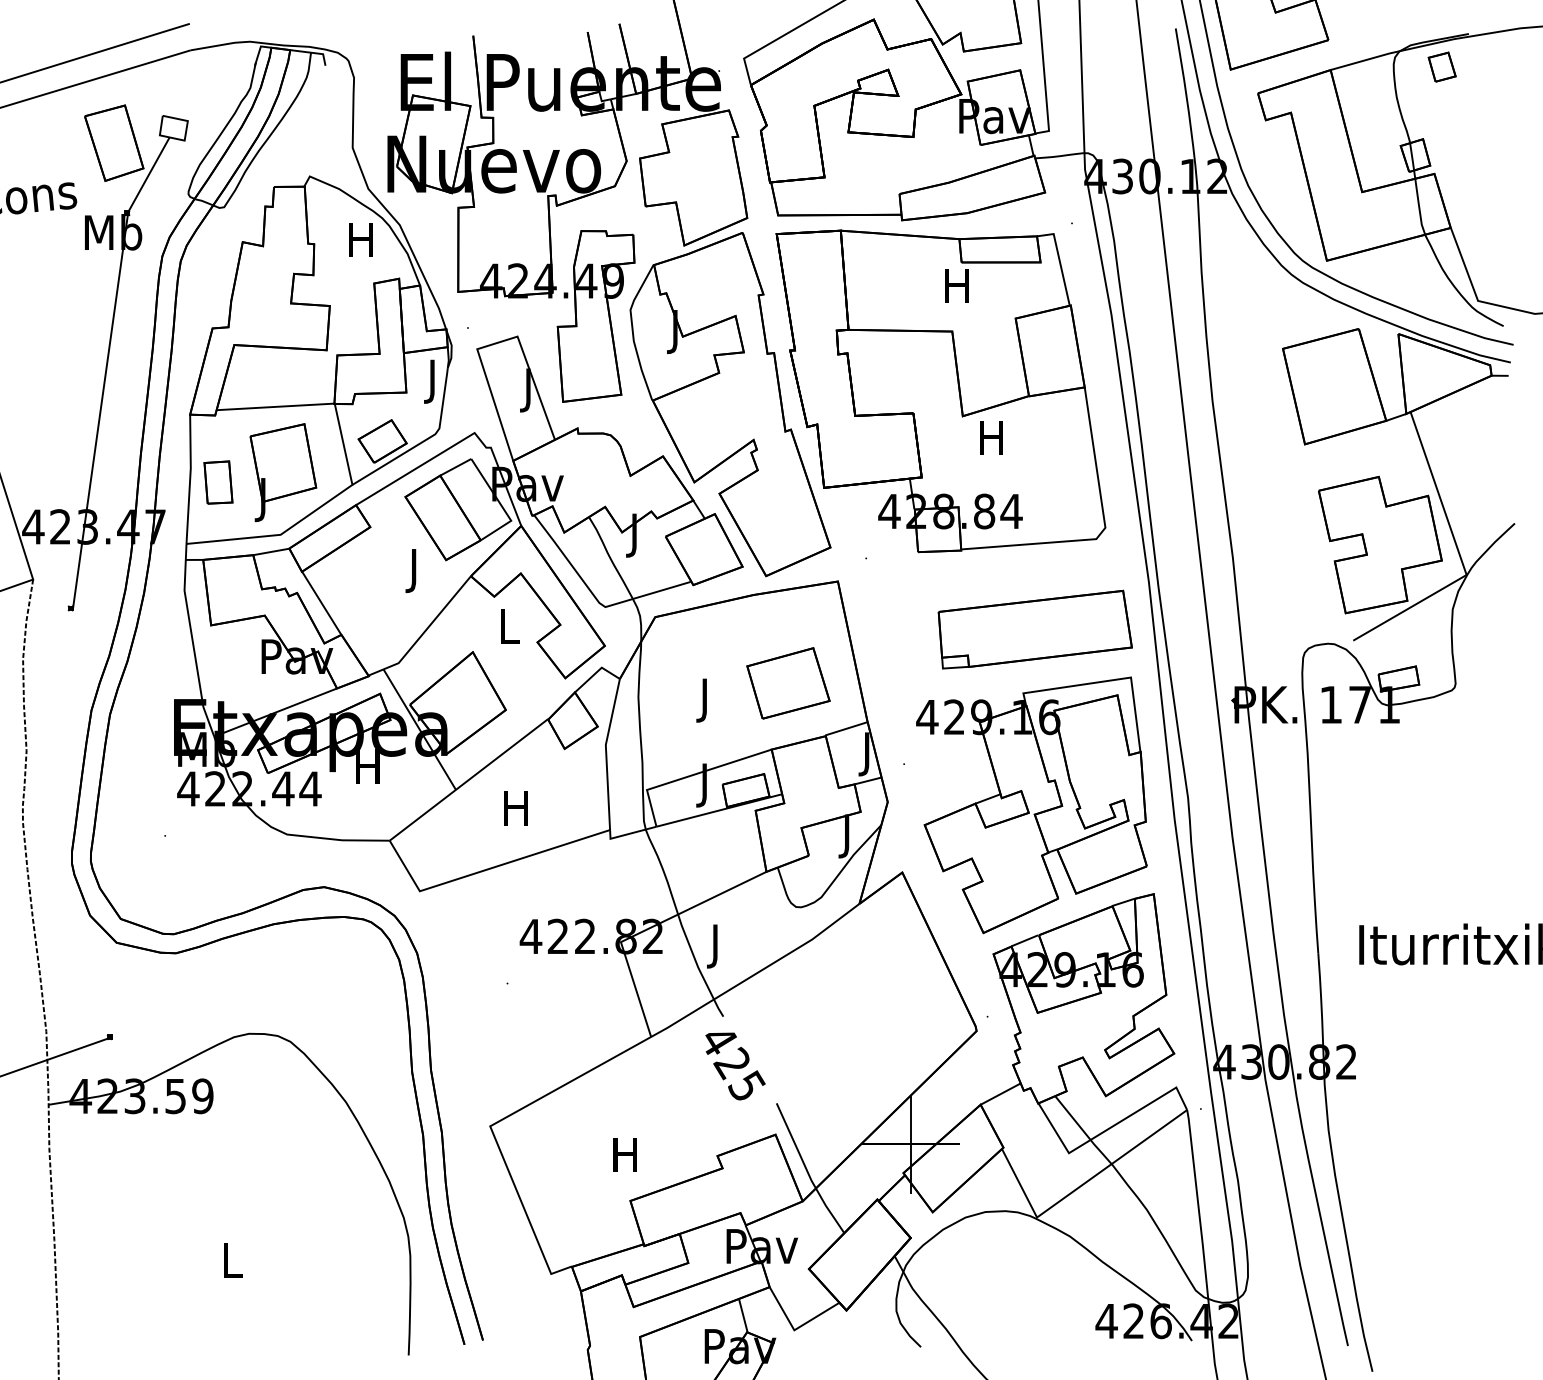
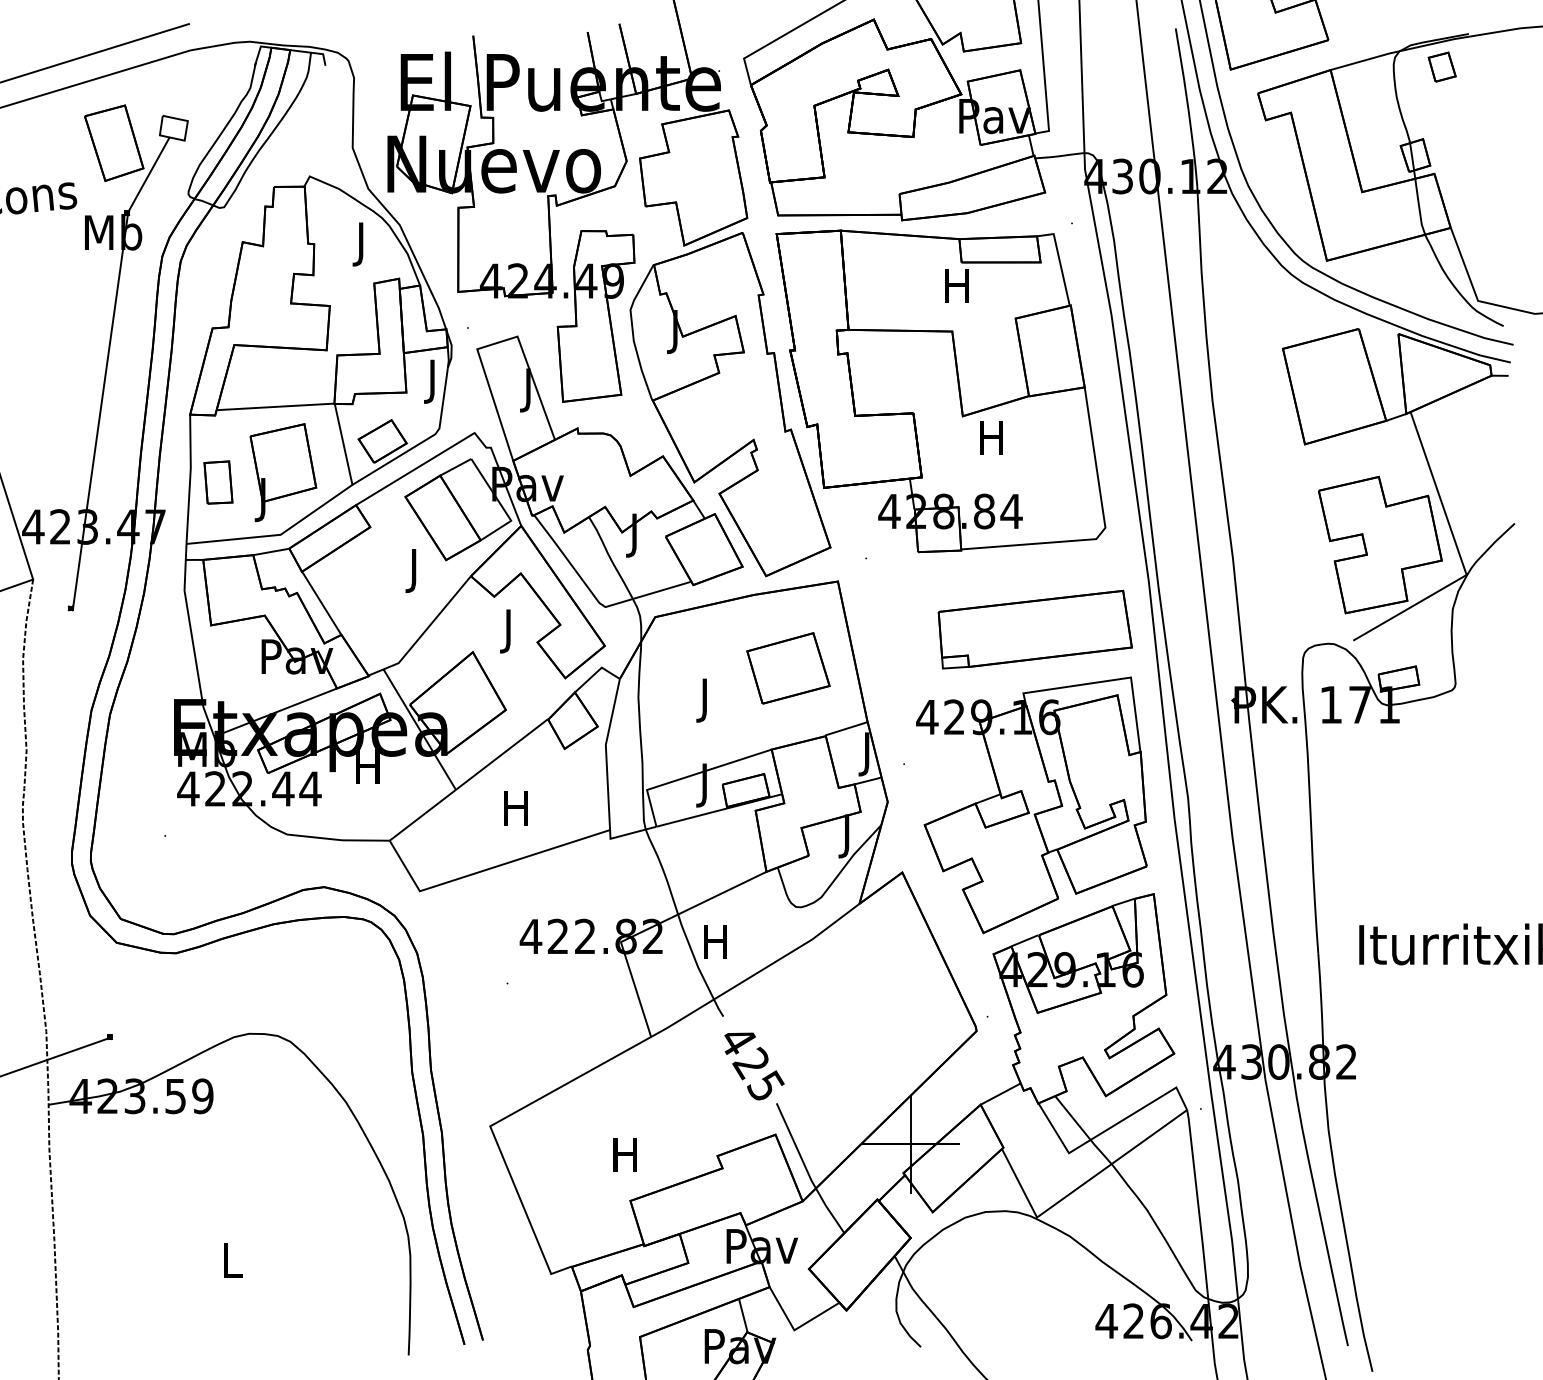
text at (360, 244): H -> J
text at (509, 631): L -> J
part at (788, 683) position: (788, 683) -> (788, 668)
text at (715, 946): J -> H
text at (735, 1066) position: (735, 1066) -> (754, 1066)
